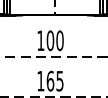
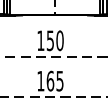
text at (50, 40): 100 -> 150
